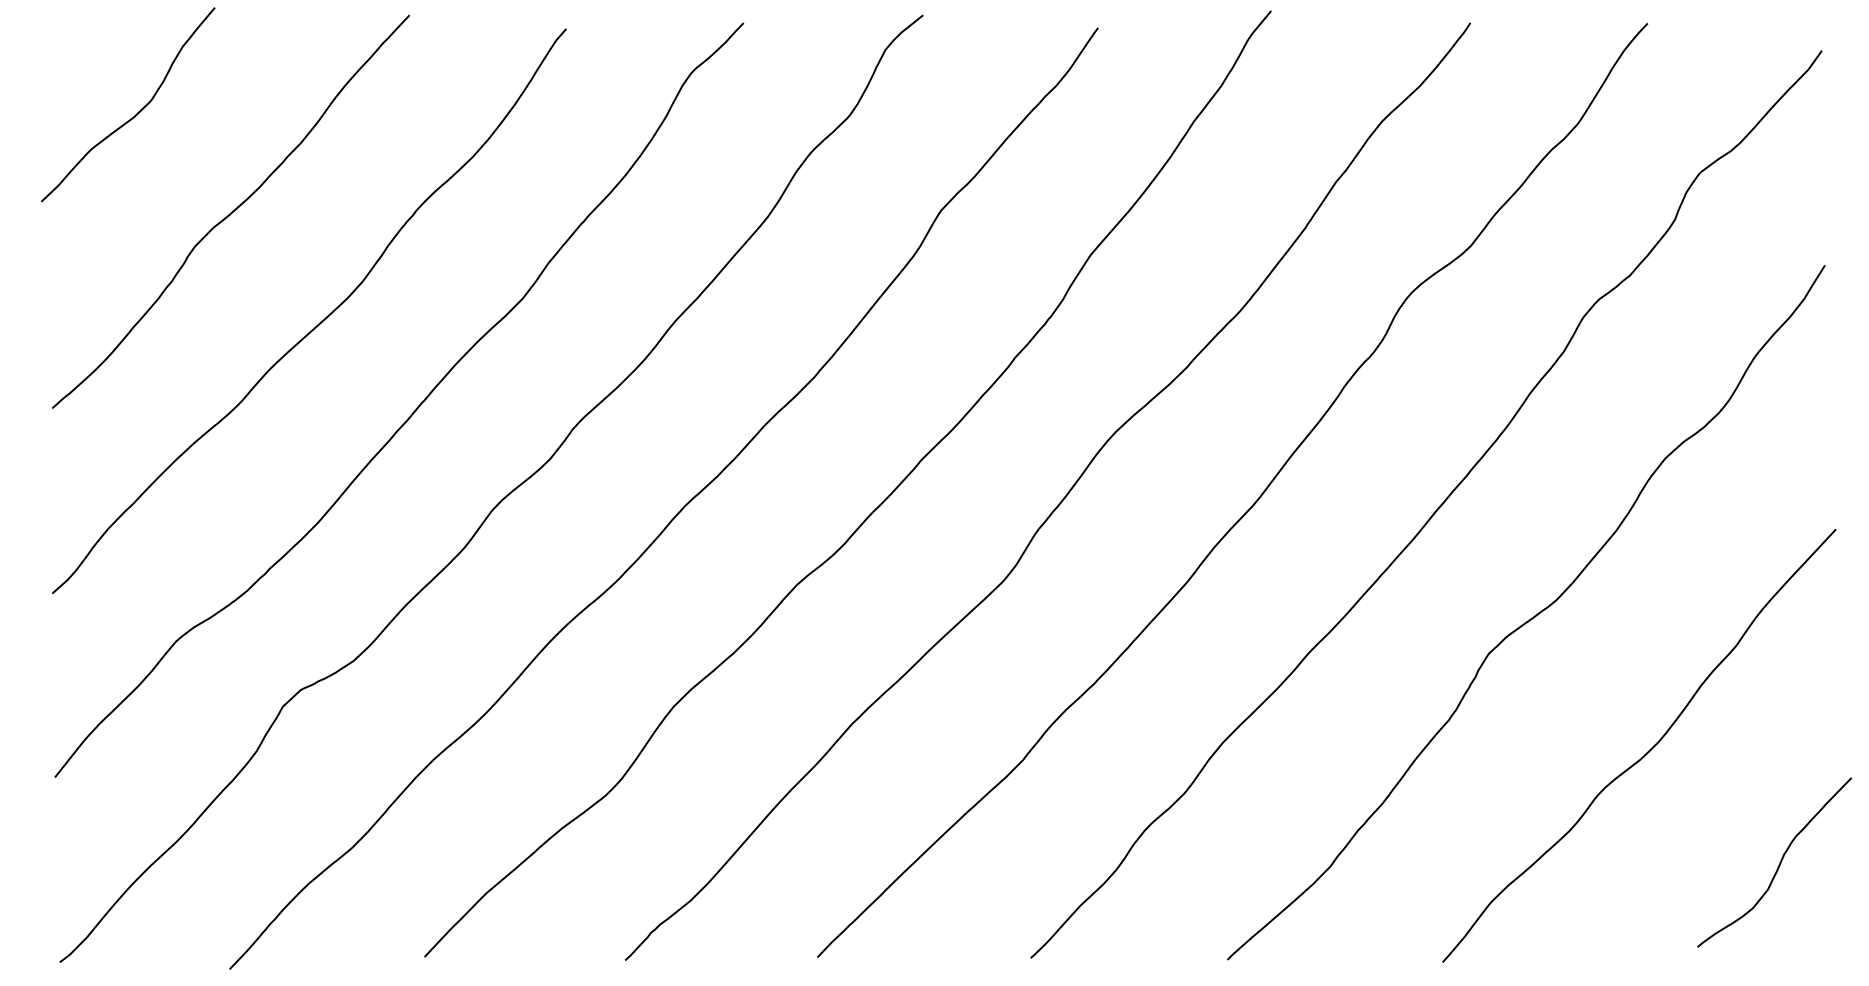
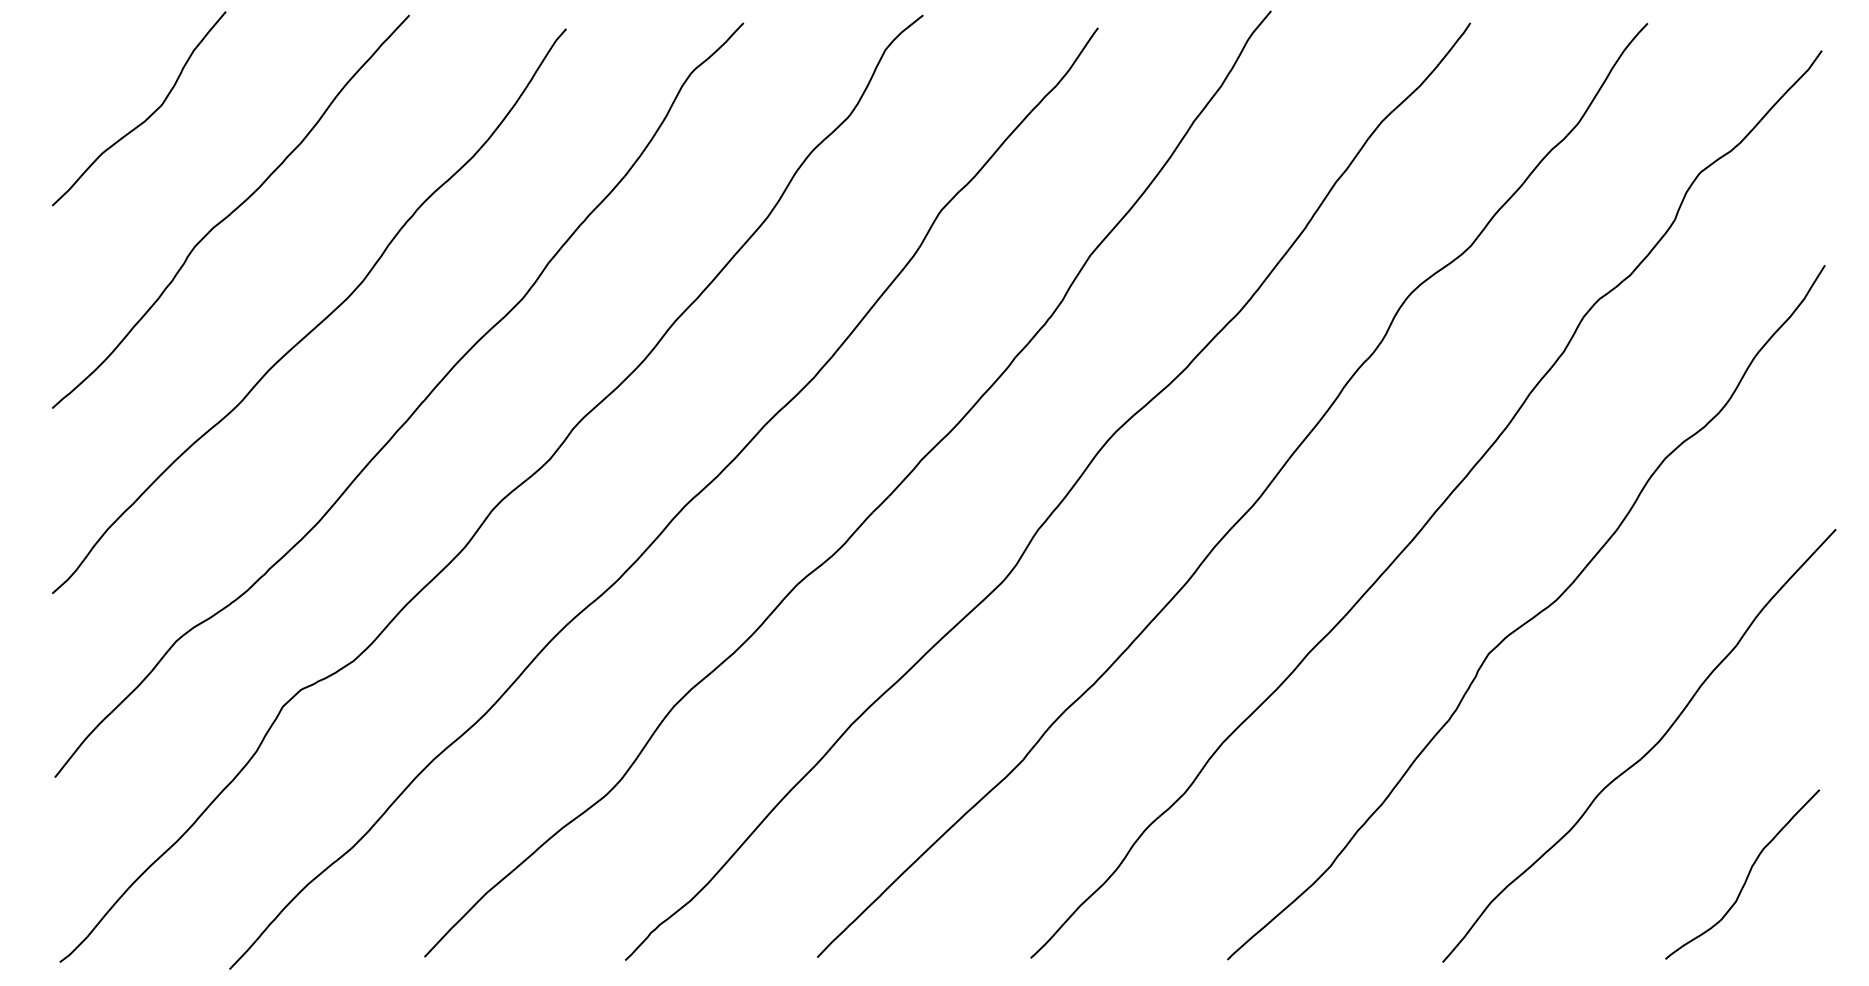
curve at (137, 112) position: (137, 112) -> (148, 116)
curve at (1778, 864) position: (1778, 864) -> (1746, 876)
